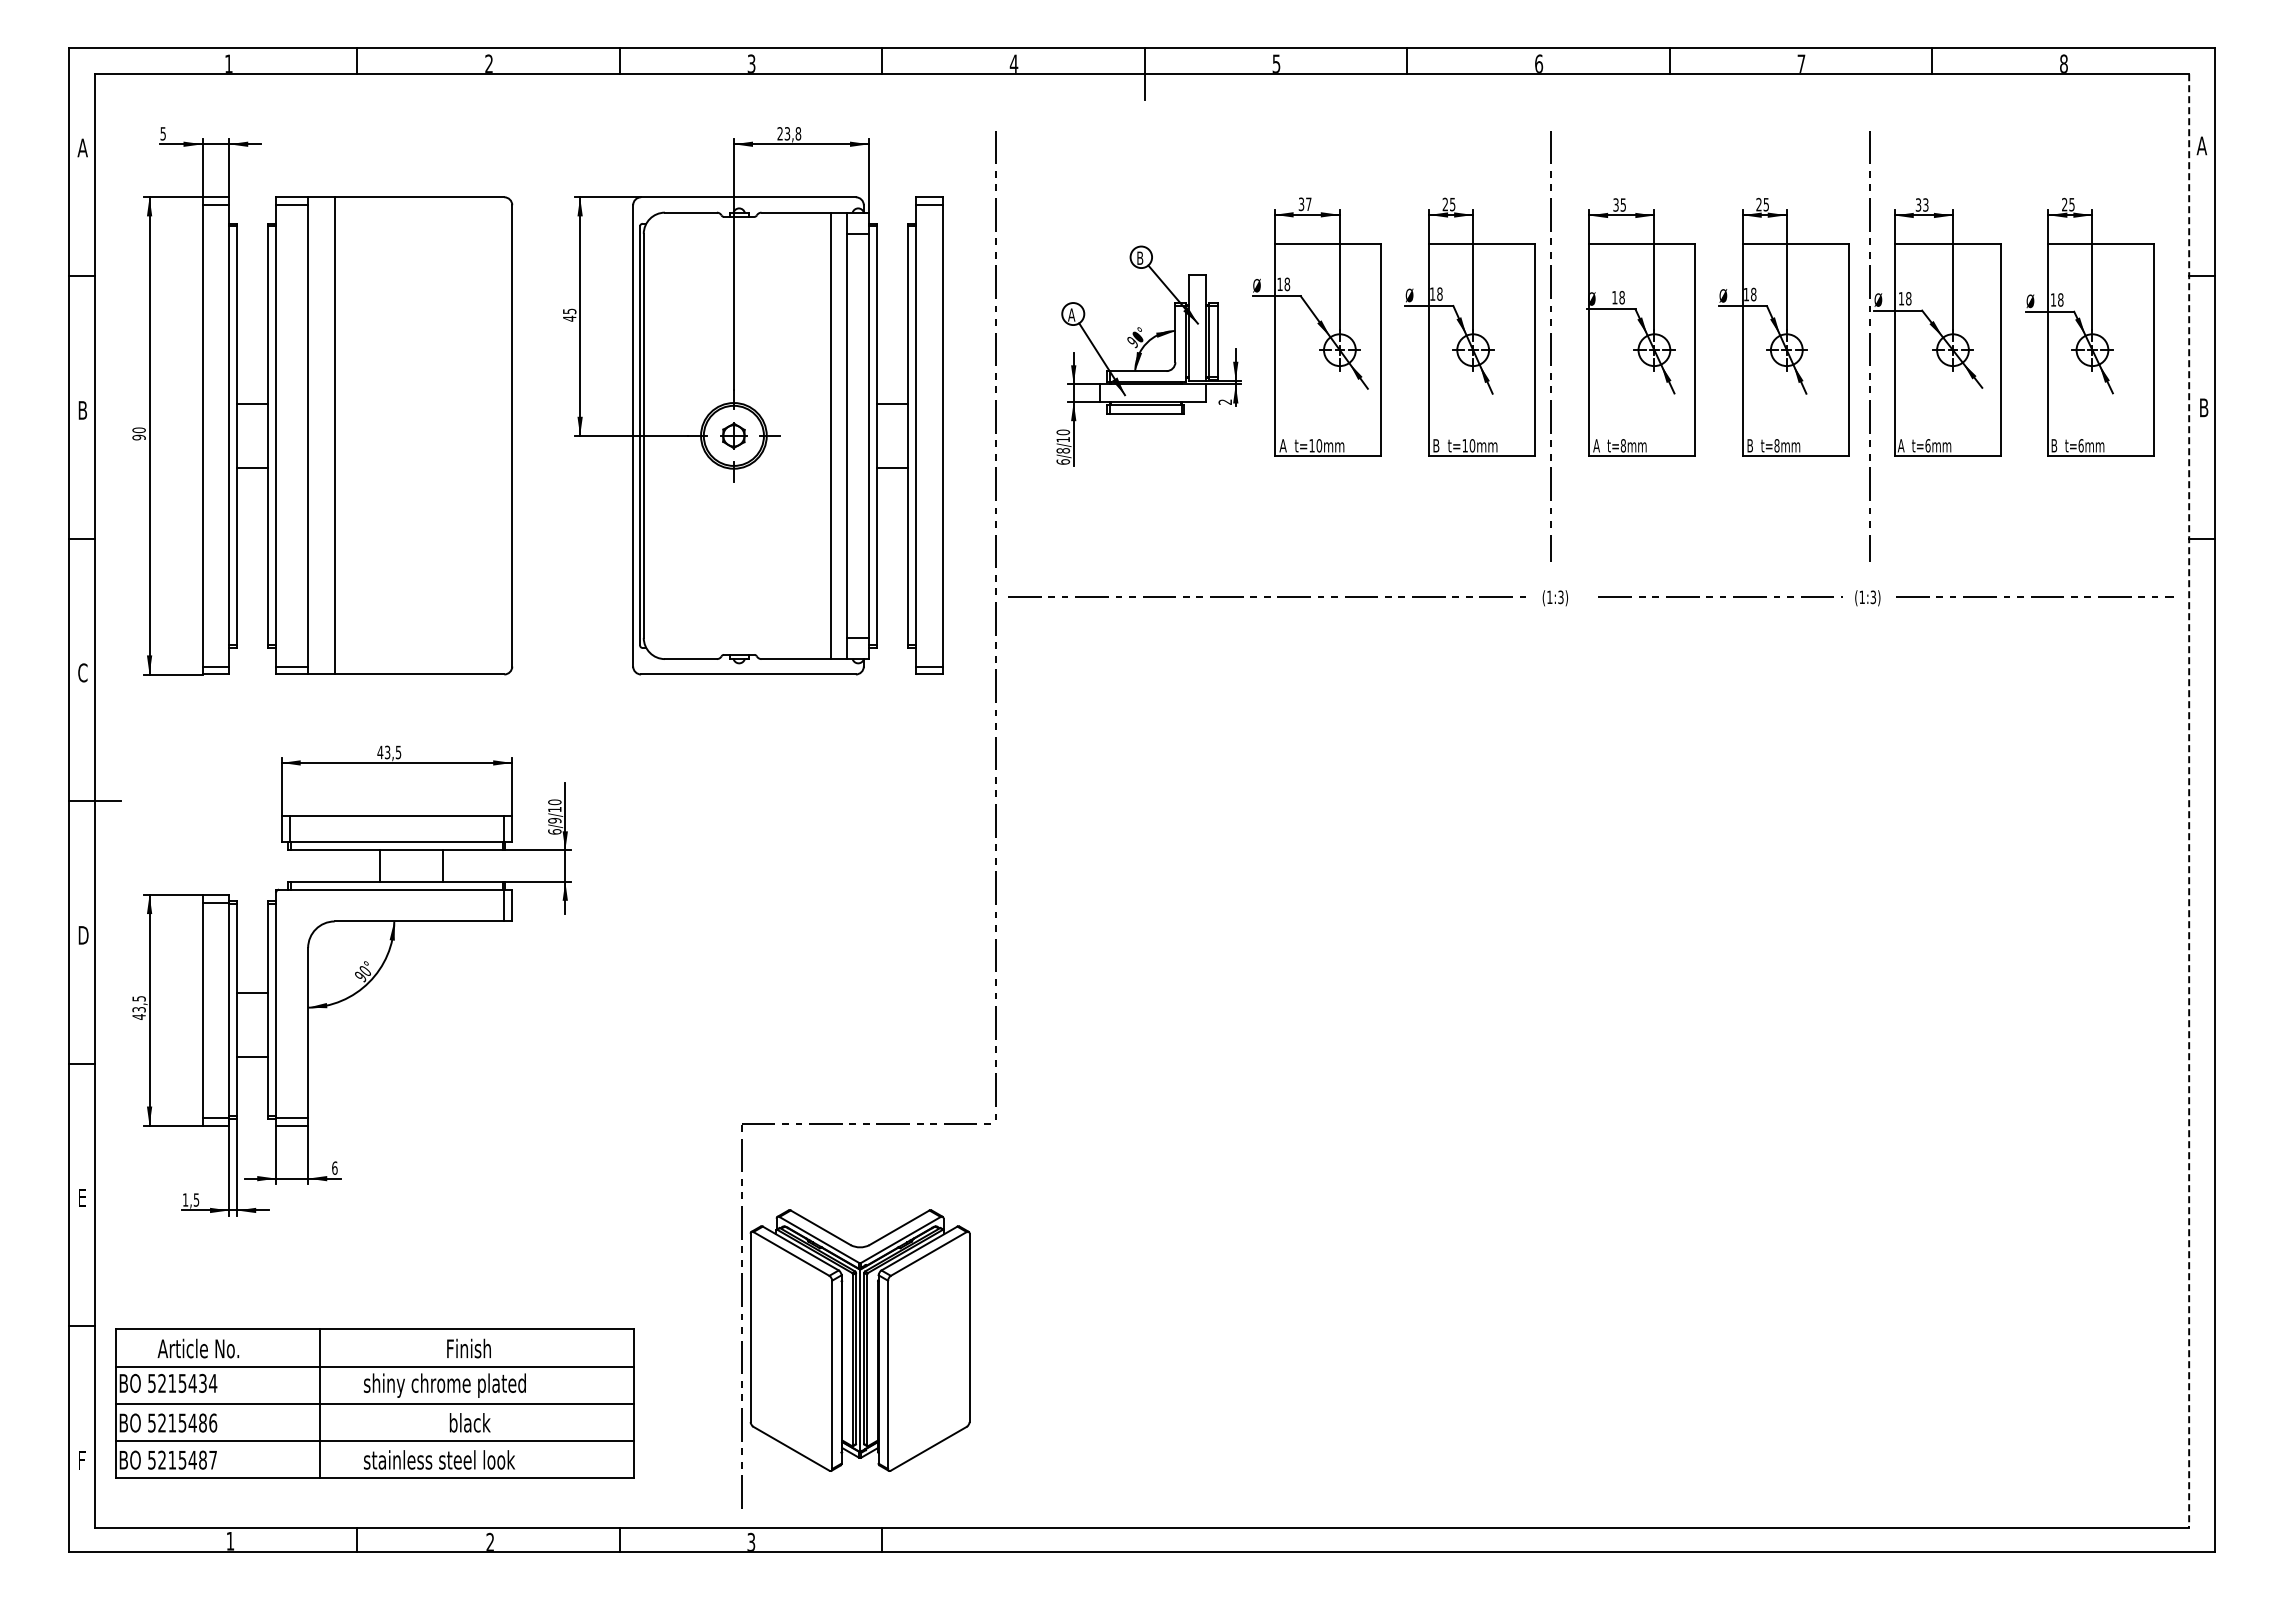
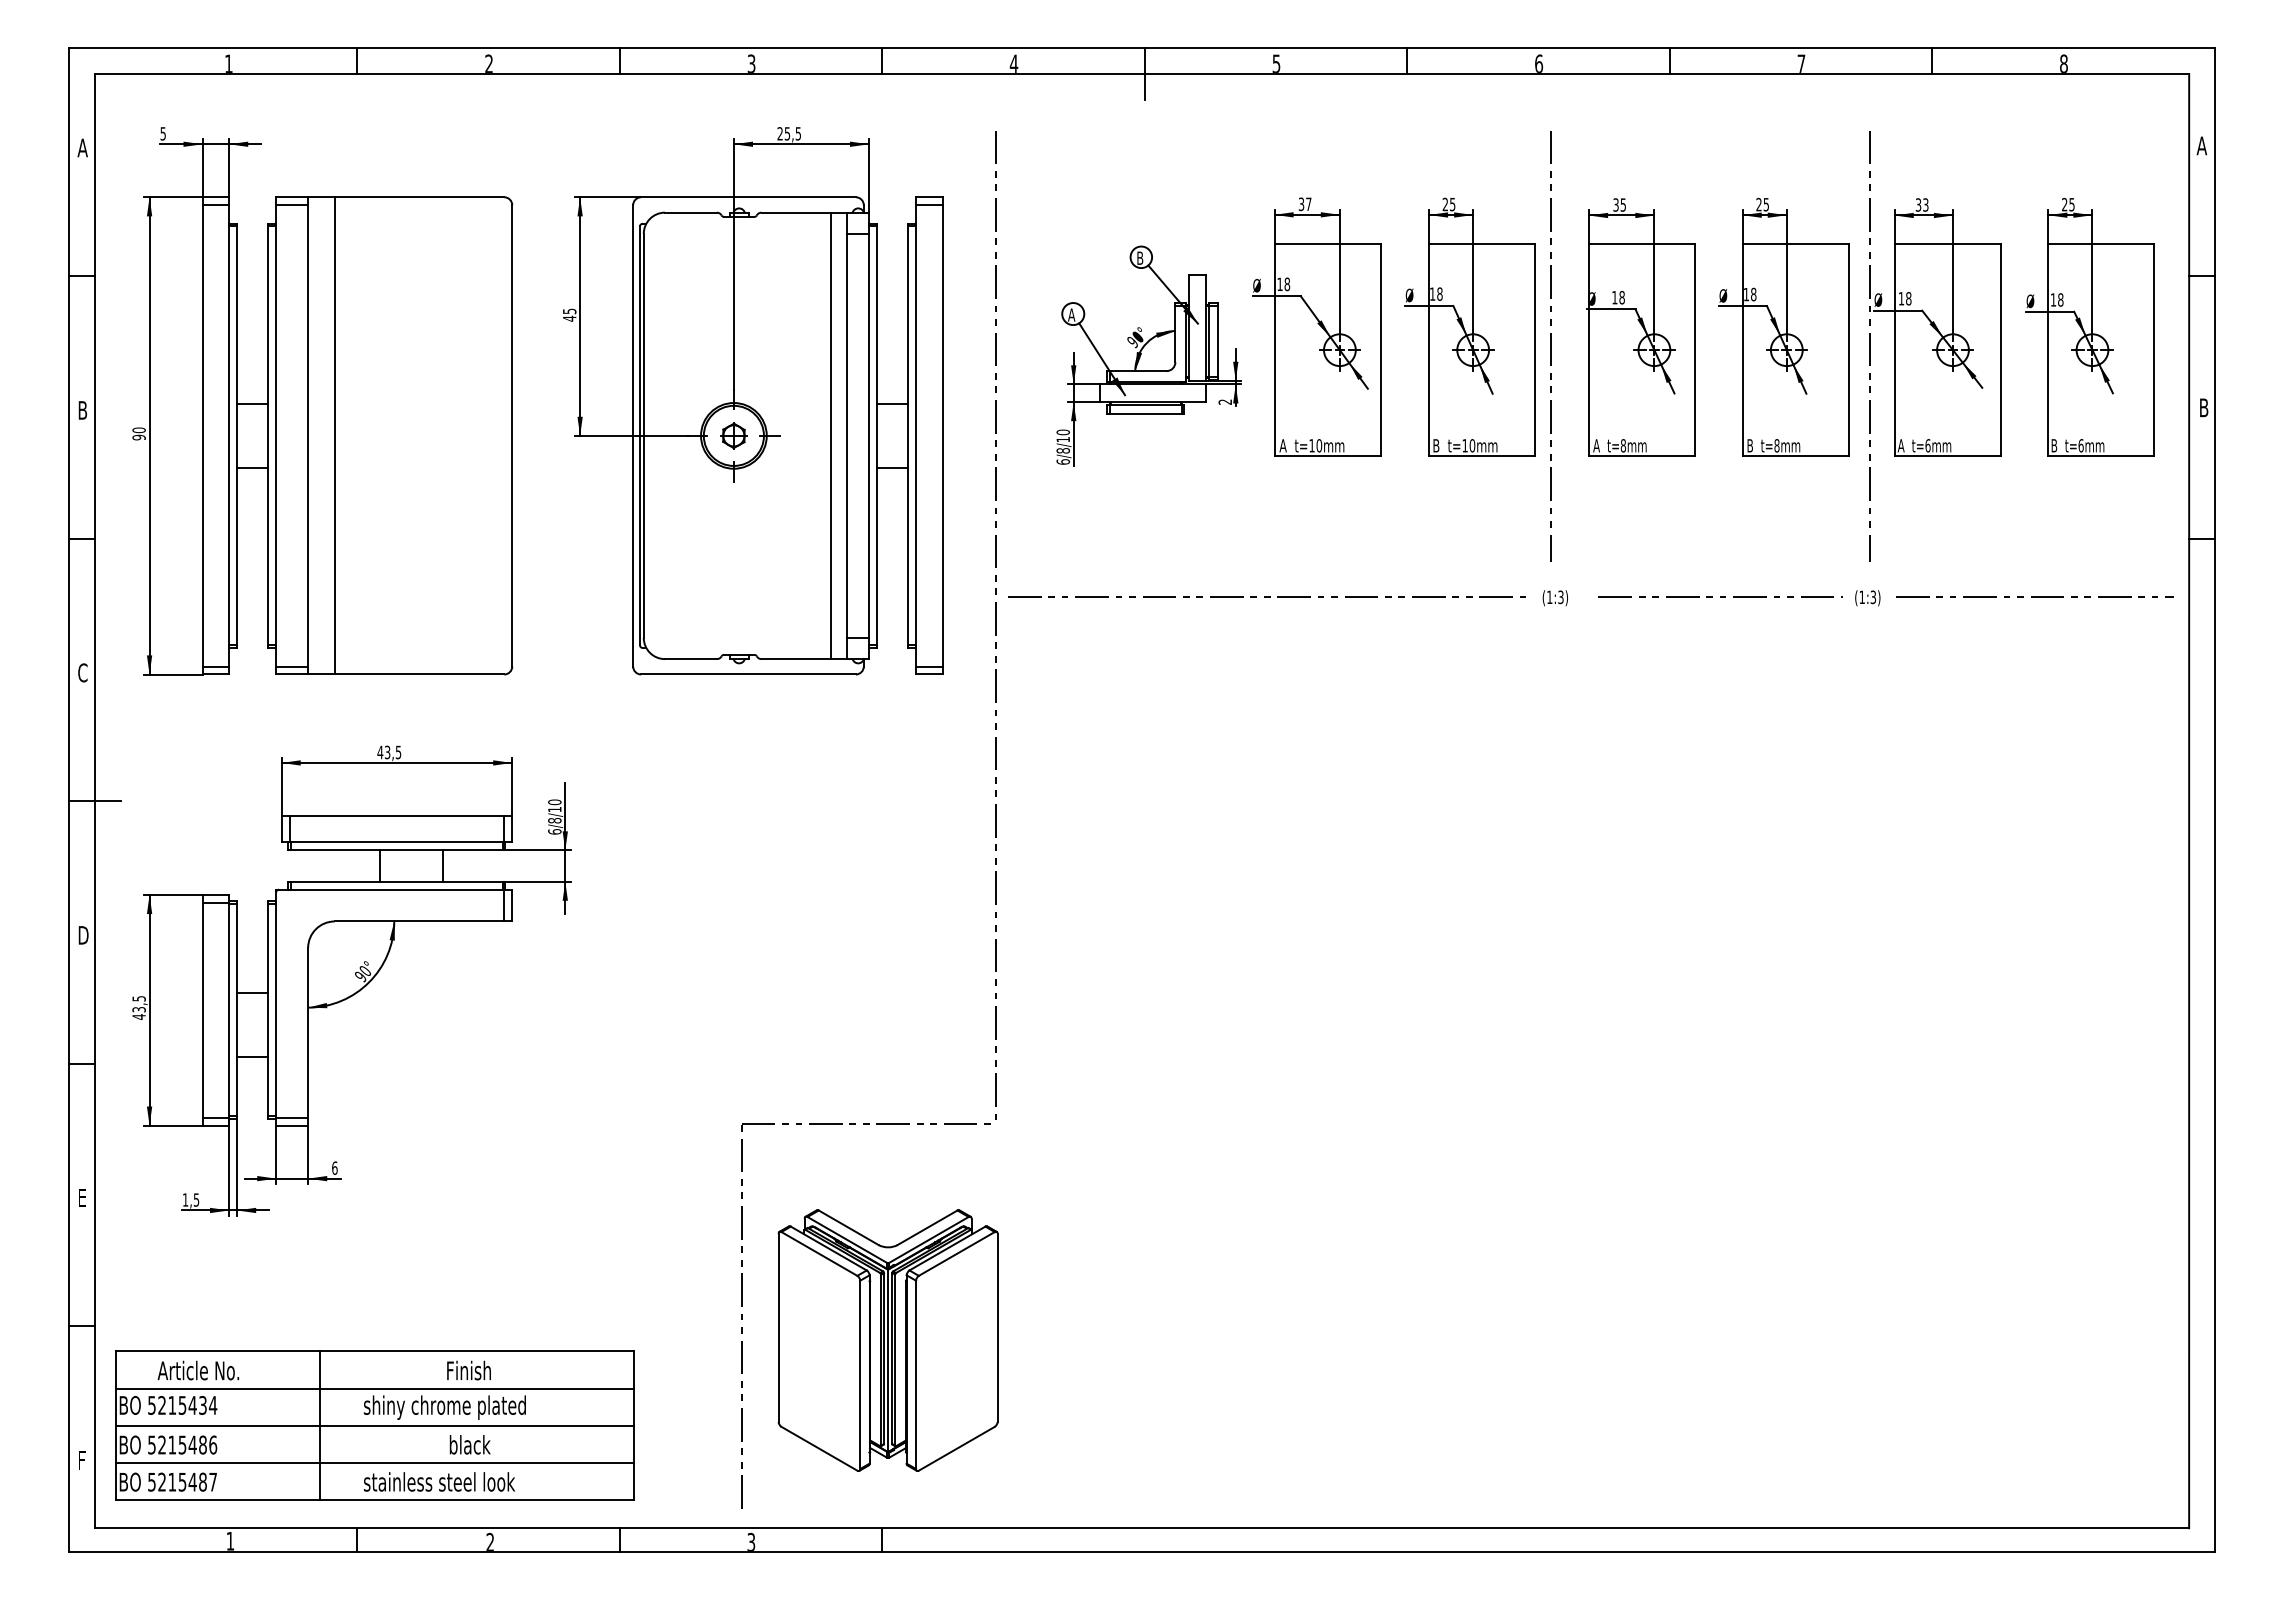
text at (793, 133): 23,8 -> 25,5
line at (2189, 801): dashed -> solid
text at (554, 820): 6/9/10 -> 6/8/10
part at (859, 1340) position: (859, 1340) -> (887, 1340)
part at (374, 1403) position: (374, 1403) -> (374, 1425)
